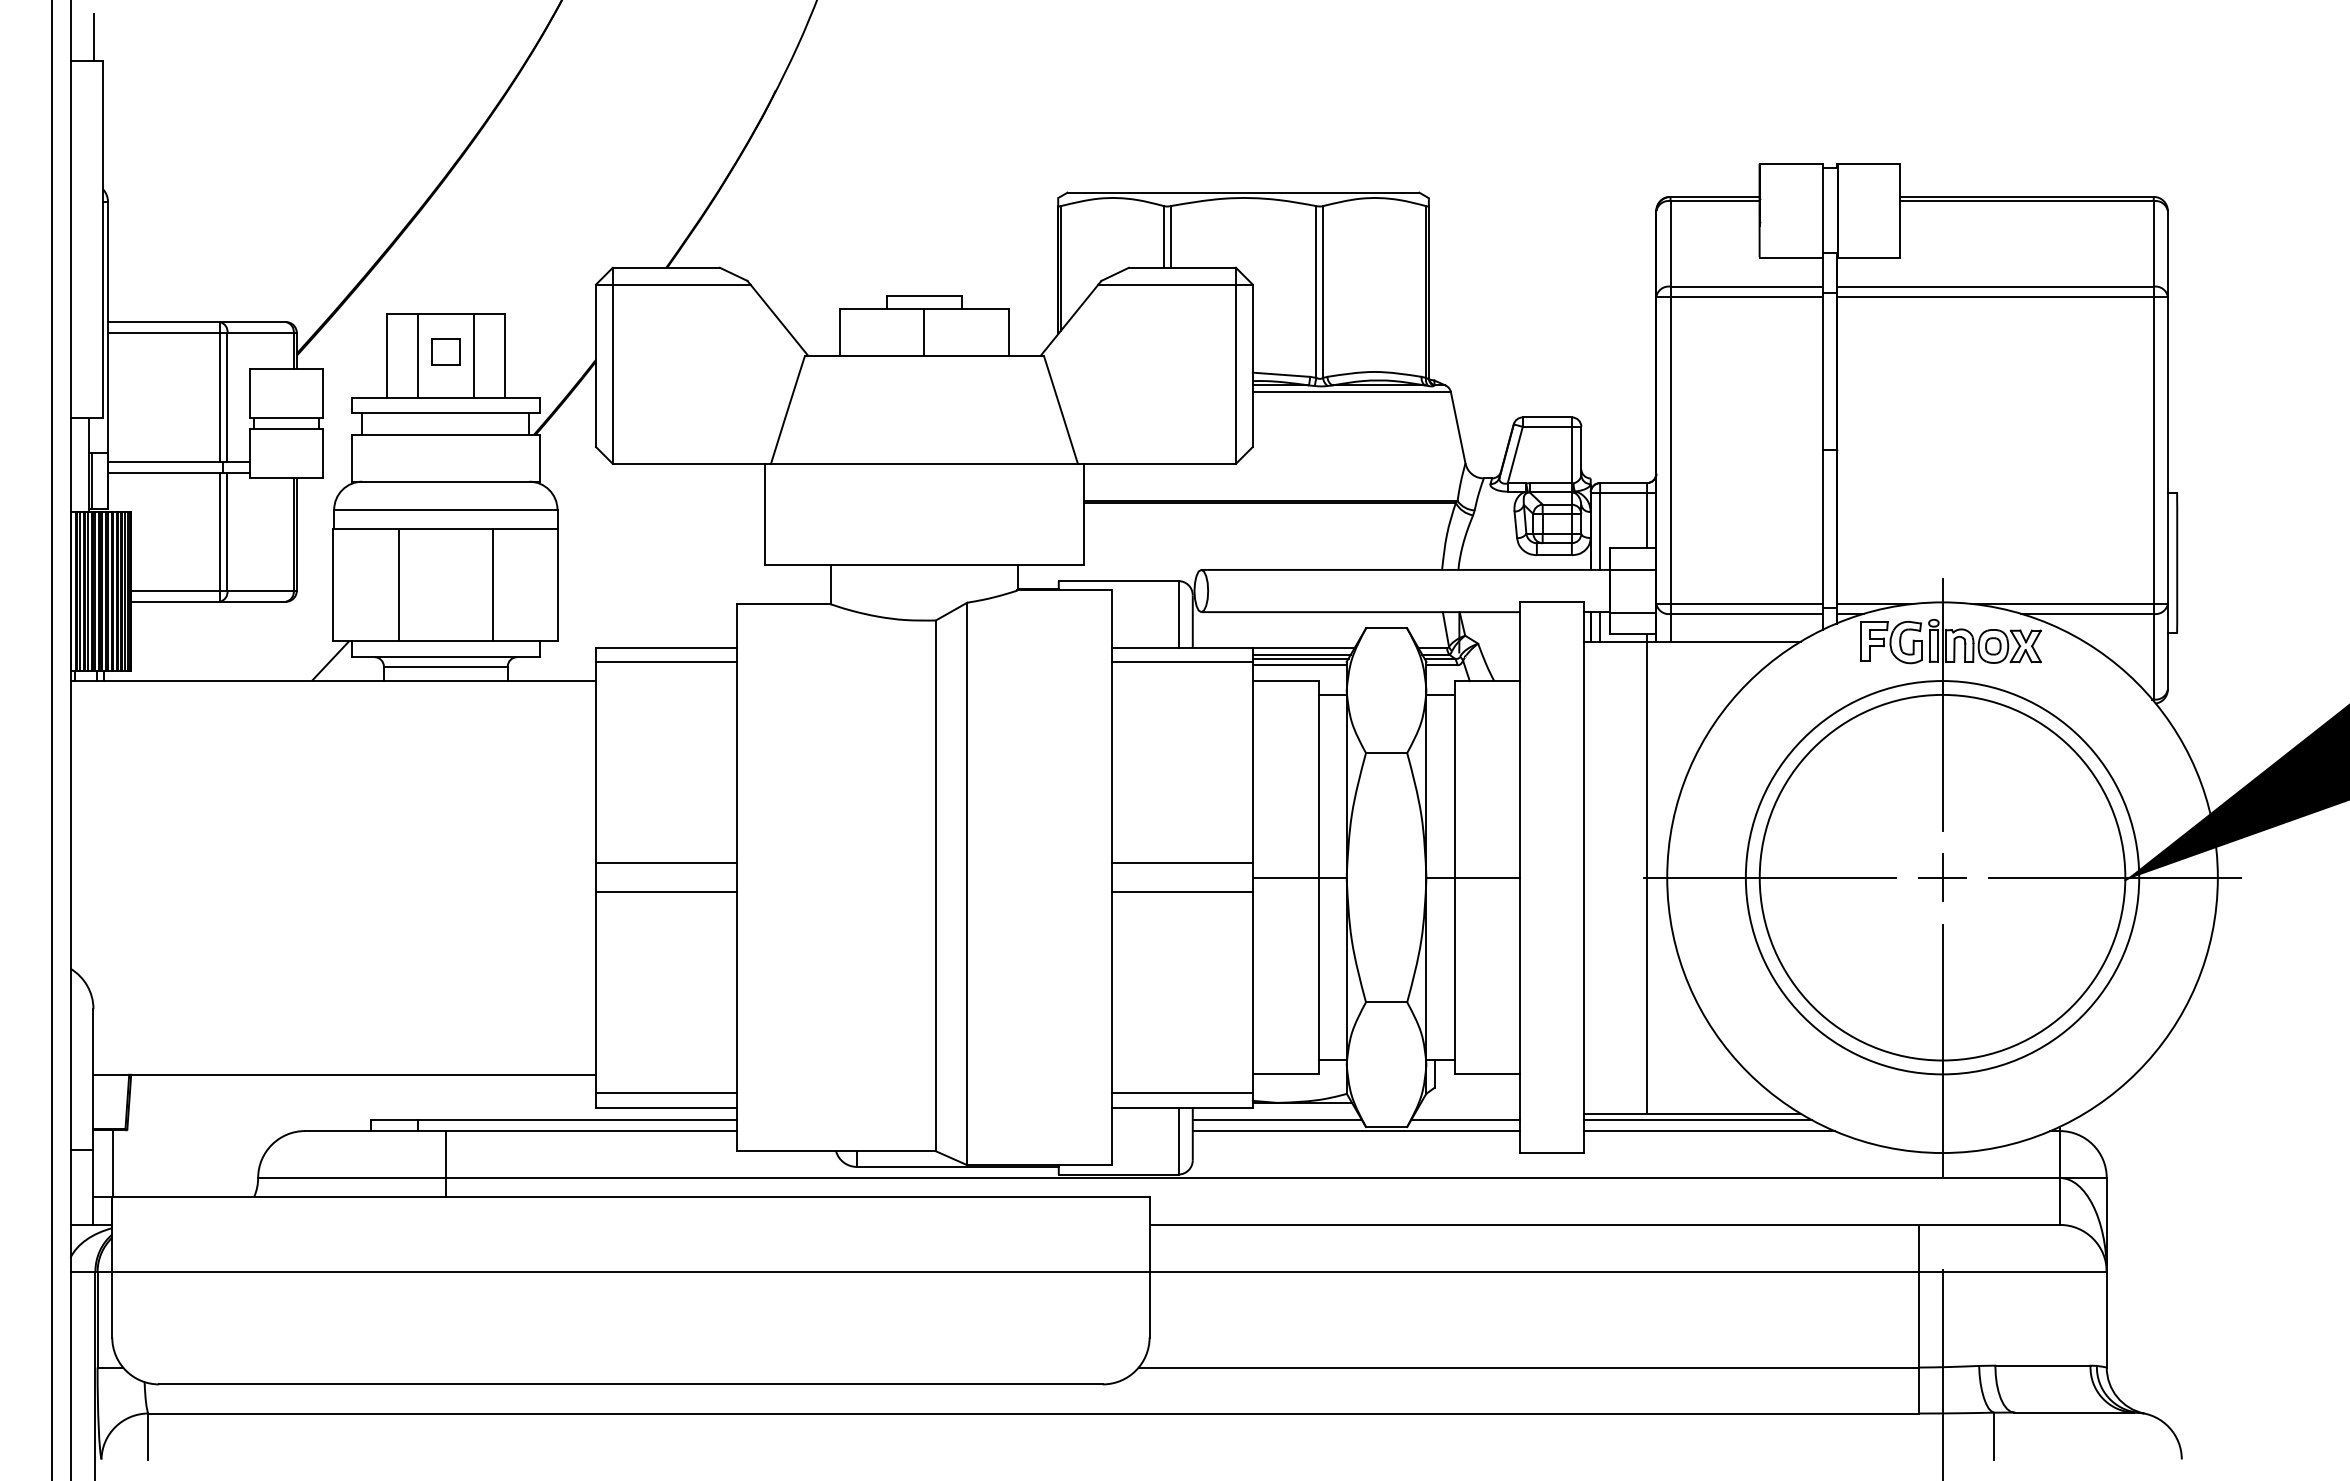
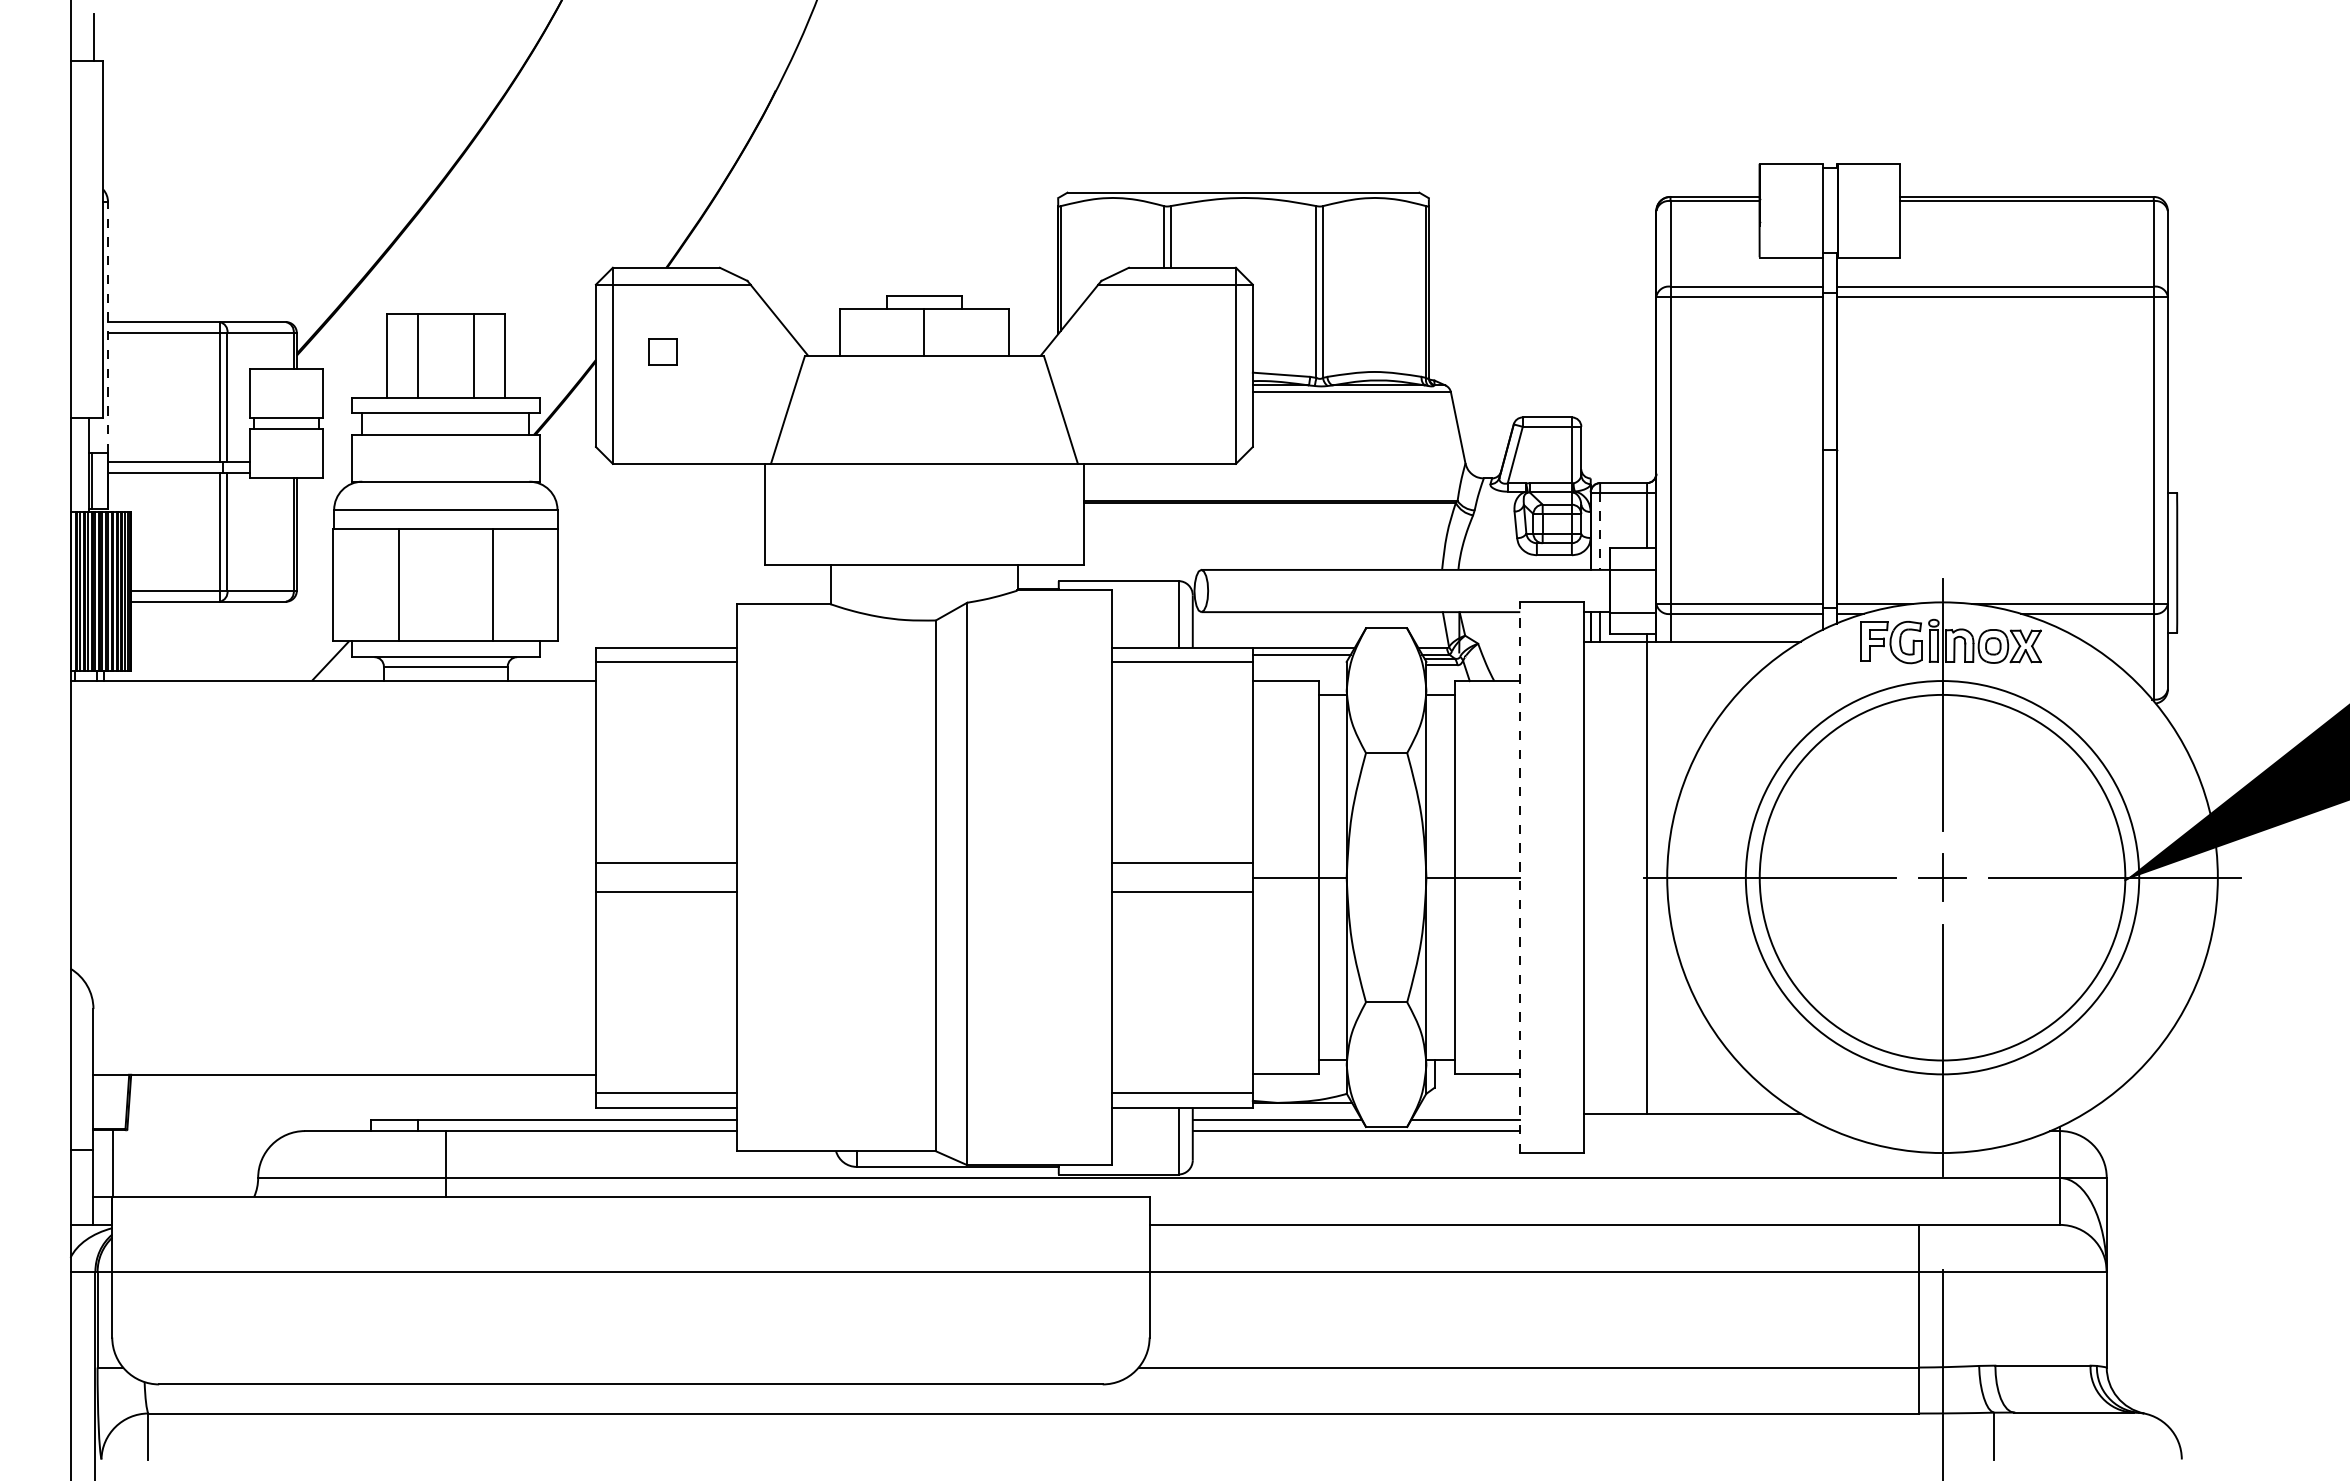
line at (108, 327): solid -> dashed
part at (445, 351) position: (445, 351) -> (662, 351)
line at (1600, 531): solid -> dashed
line at (1300, 658): present -> none
line at (1299, 665): present -> none
line at (51, 739): present -> none
line at (1520, 877): solid -> dashed
line at (1697, 1119): present -> none
line at (1708, 1131): present -> none
